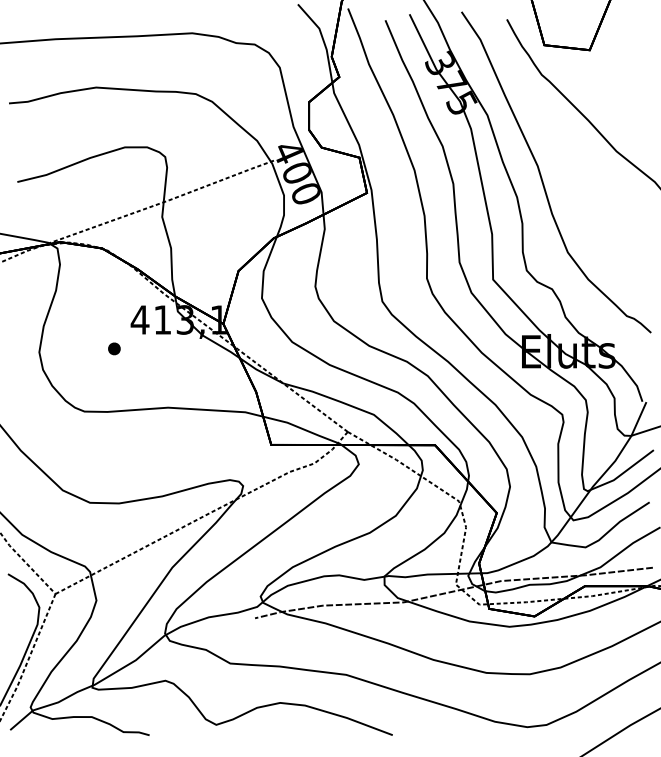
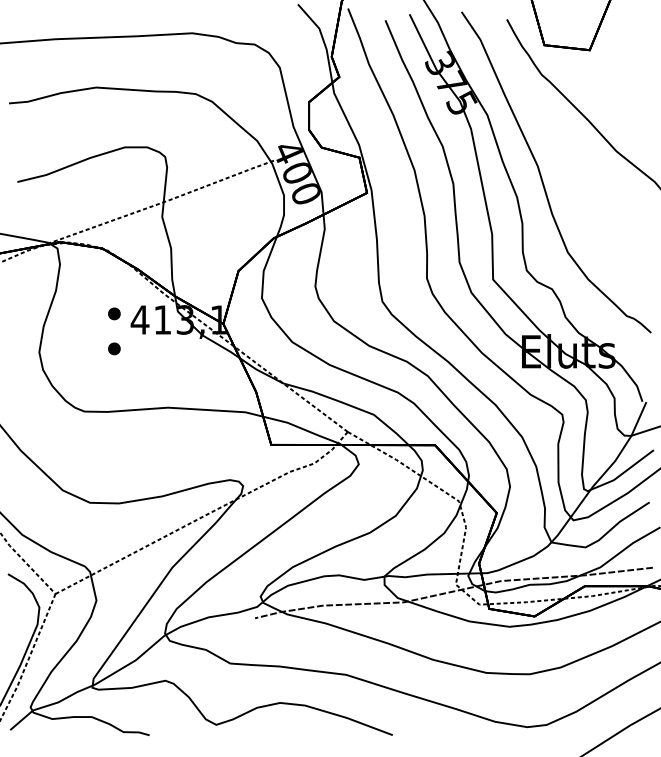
part at (114, 313): none -> present
